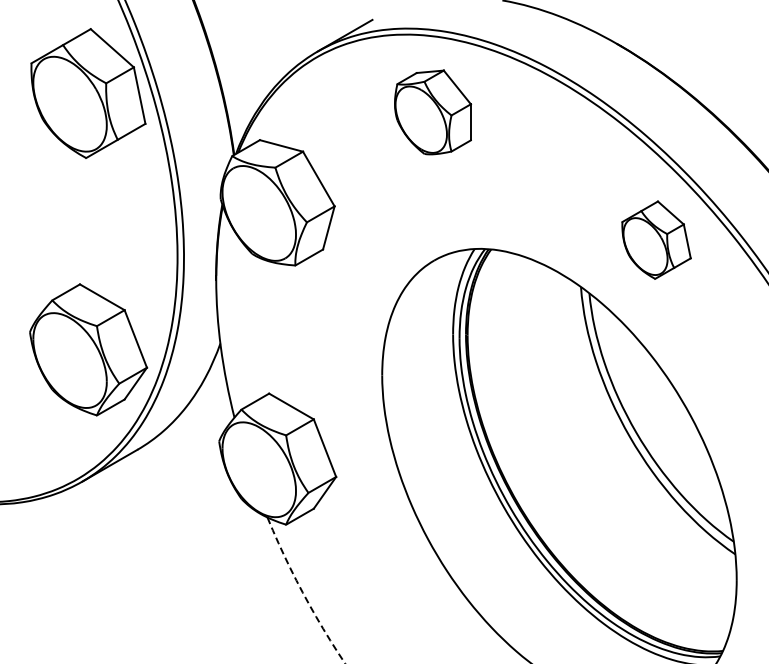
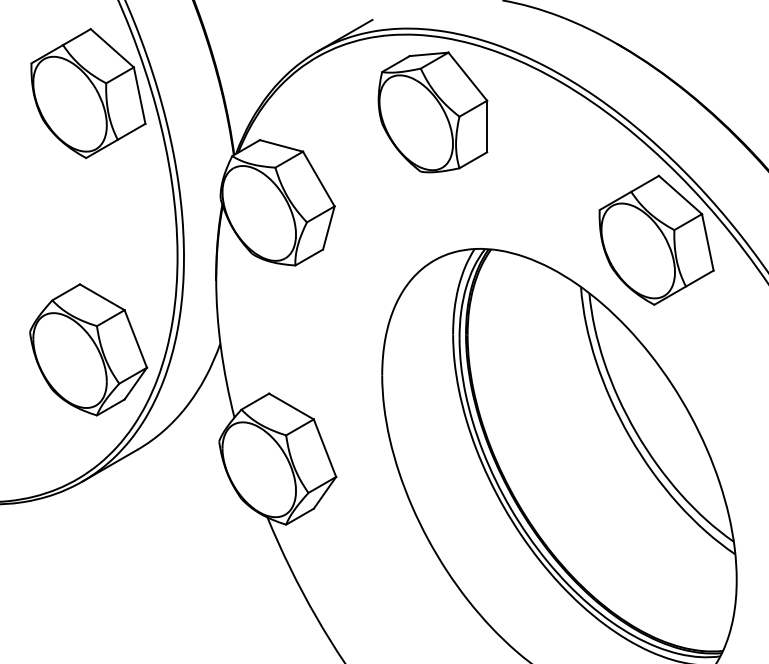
part at (433, 112) size: 79x87 px -> 112x123 px
part at (656, 239) size: 71x80 px -> 117x132 px
arc at (302, 592): dashed -> solid
